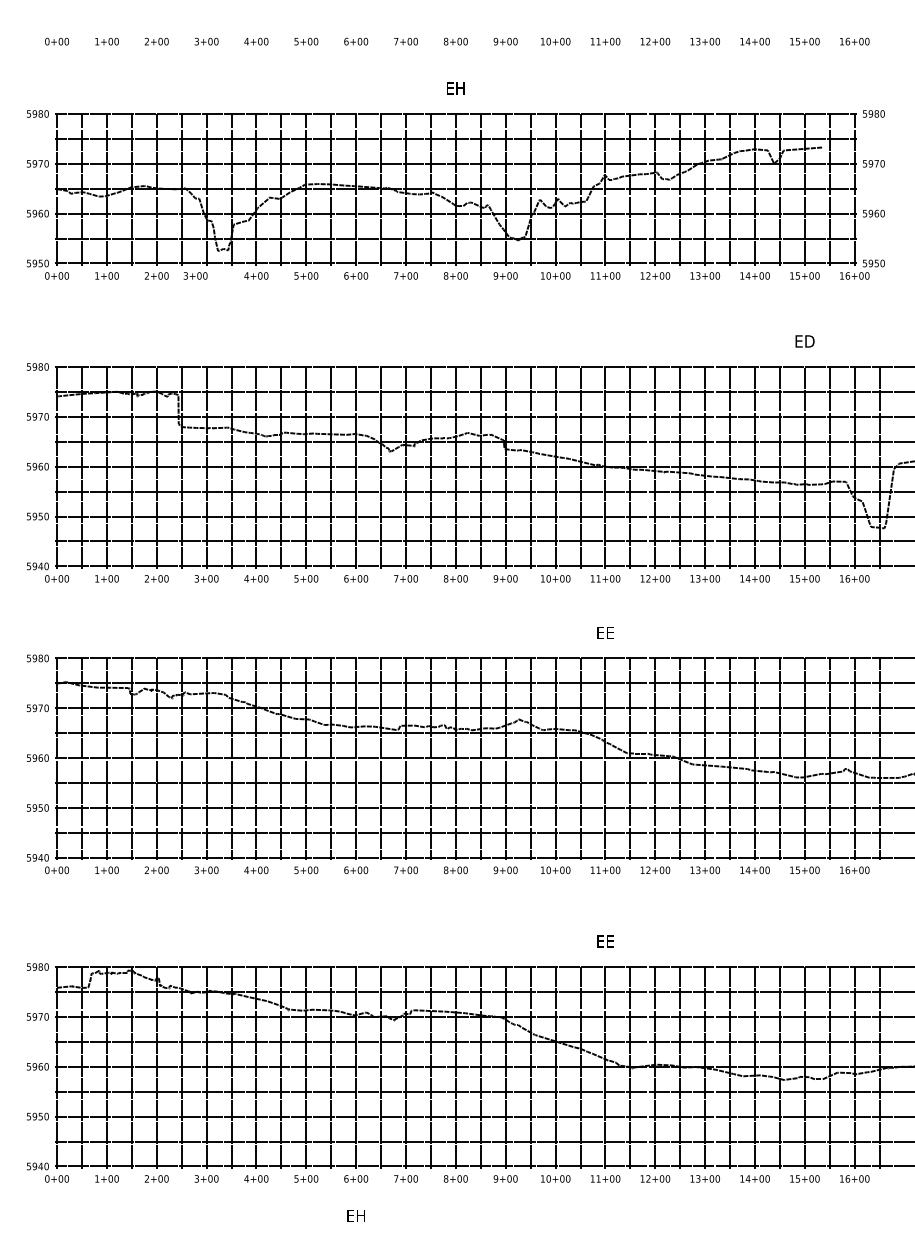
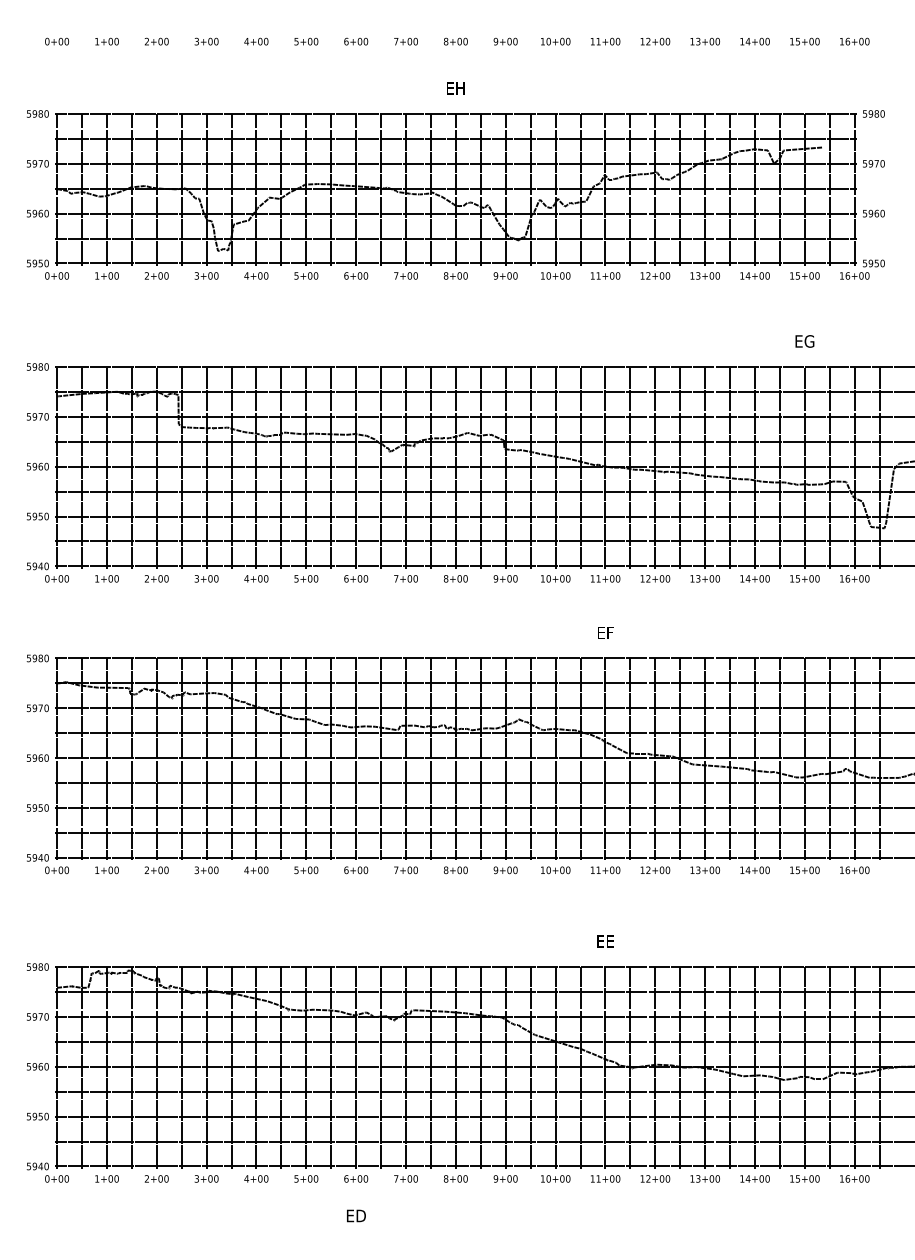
text at (195, 275) position: (195, 275) -> (206, 275)
text at (809, 341): ED -> EG
text at (605, 632): EE -> EF
text at (356, 1215): EH -> ED
